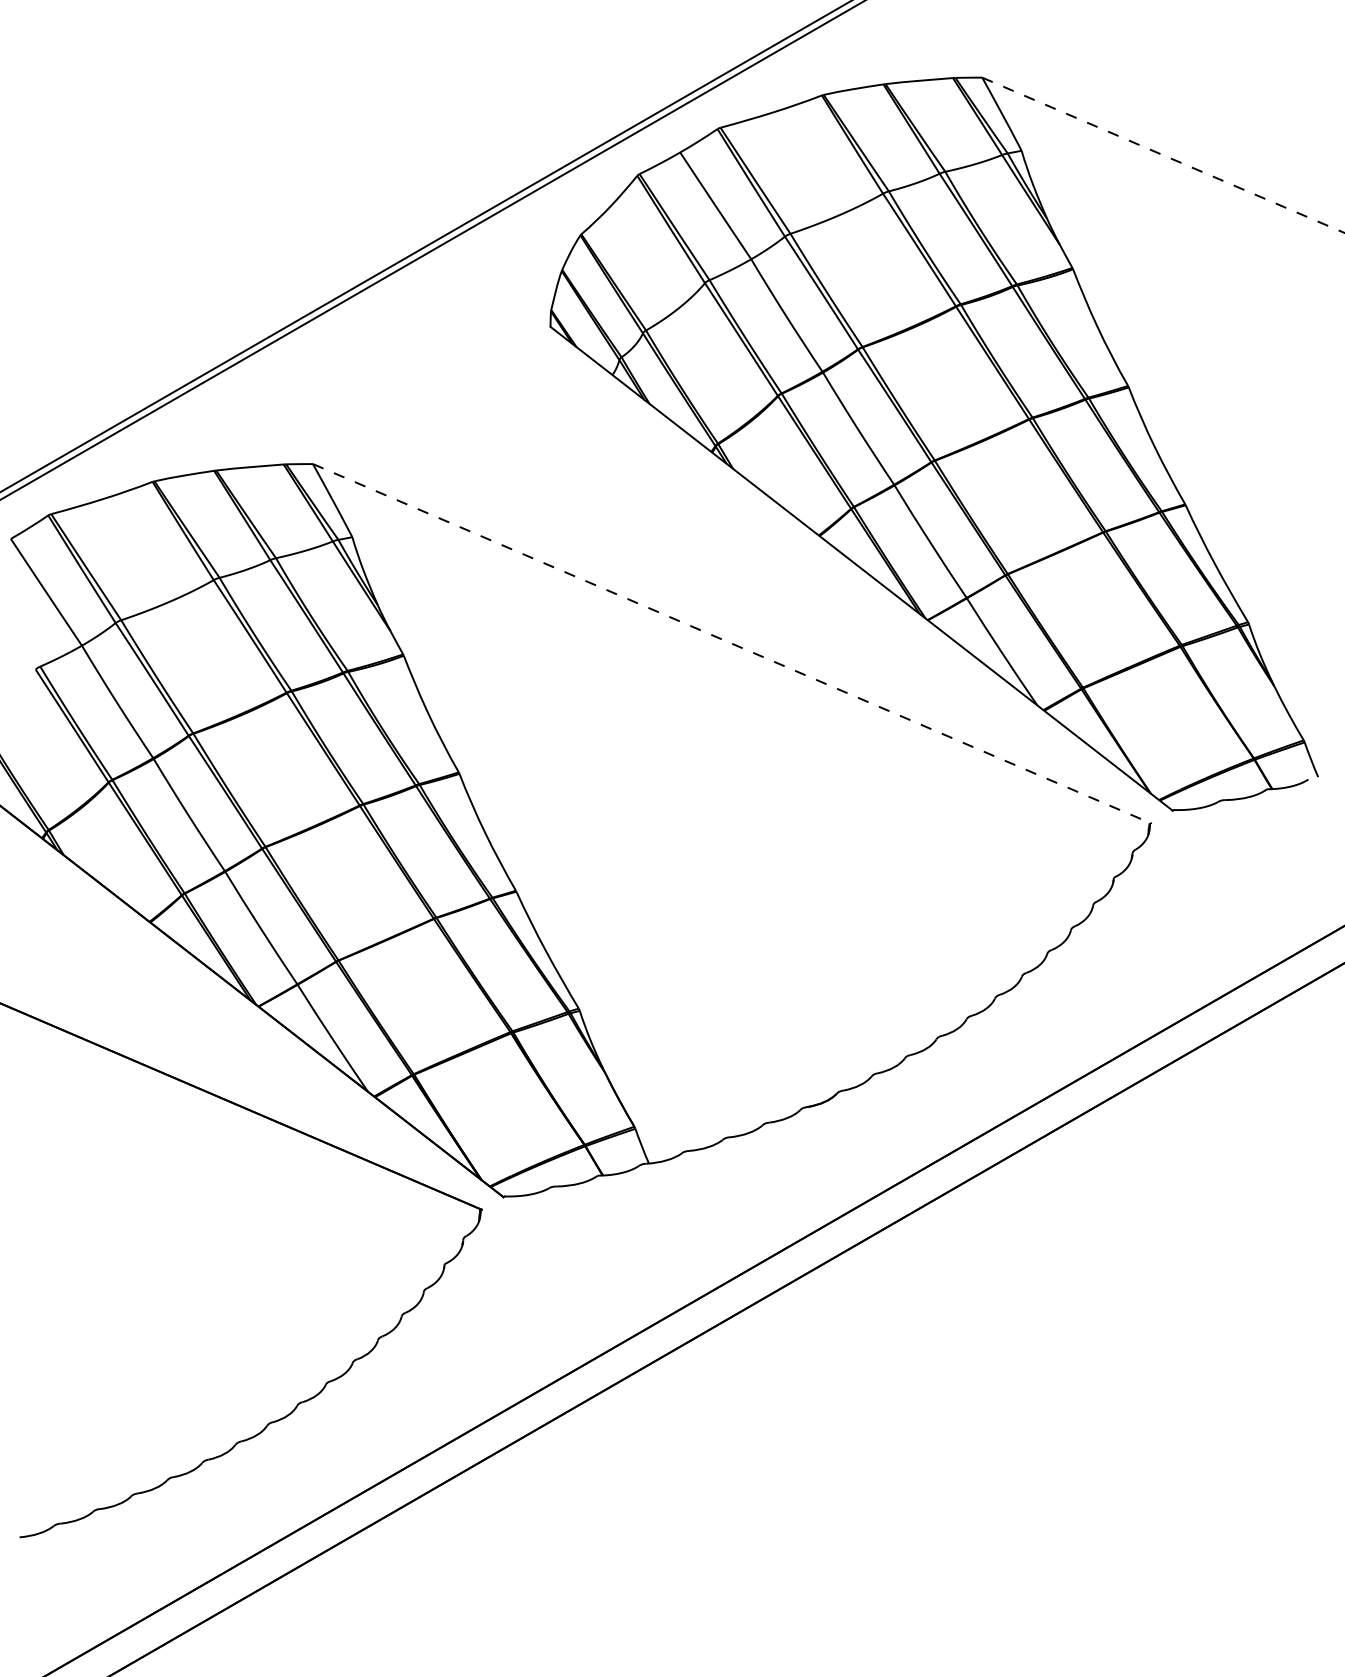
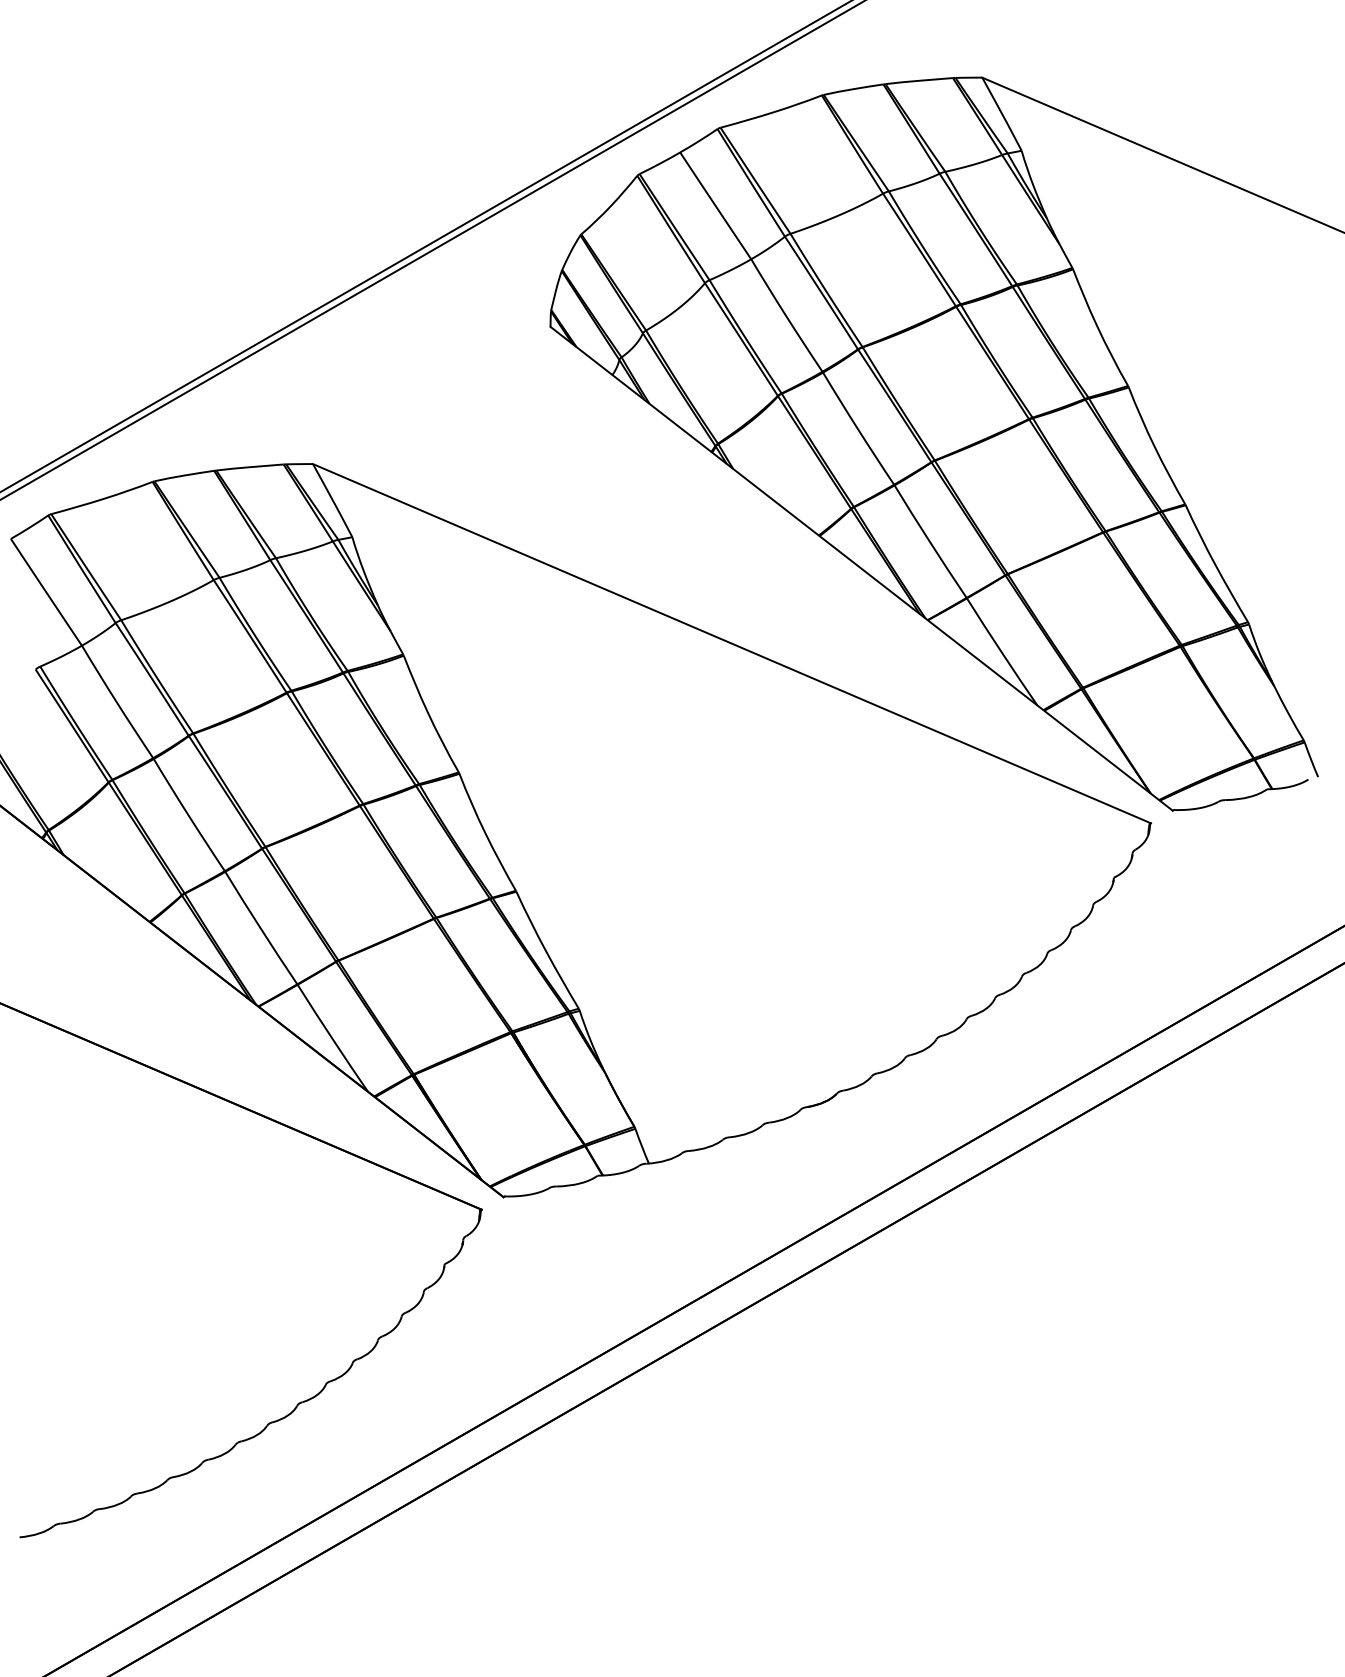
line at (1163, 155): dashed -> solid
line at (731, 643): dashed -> solid
